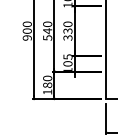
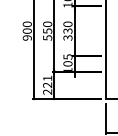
text at (47, 31): 540 -> 550
text at (47, 84): 180 -> 221
